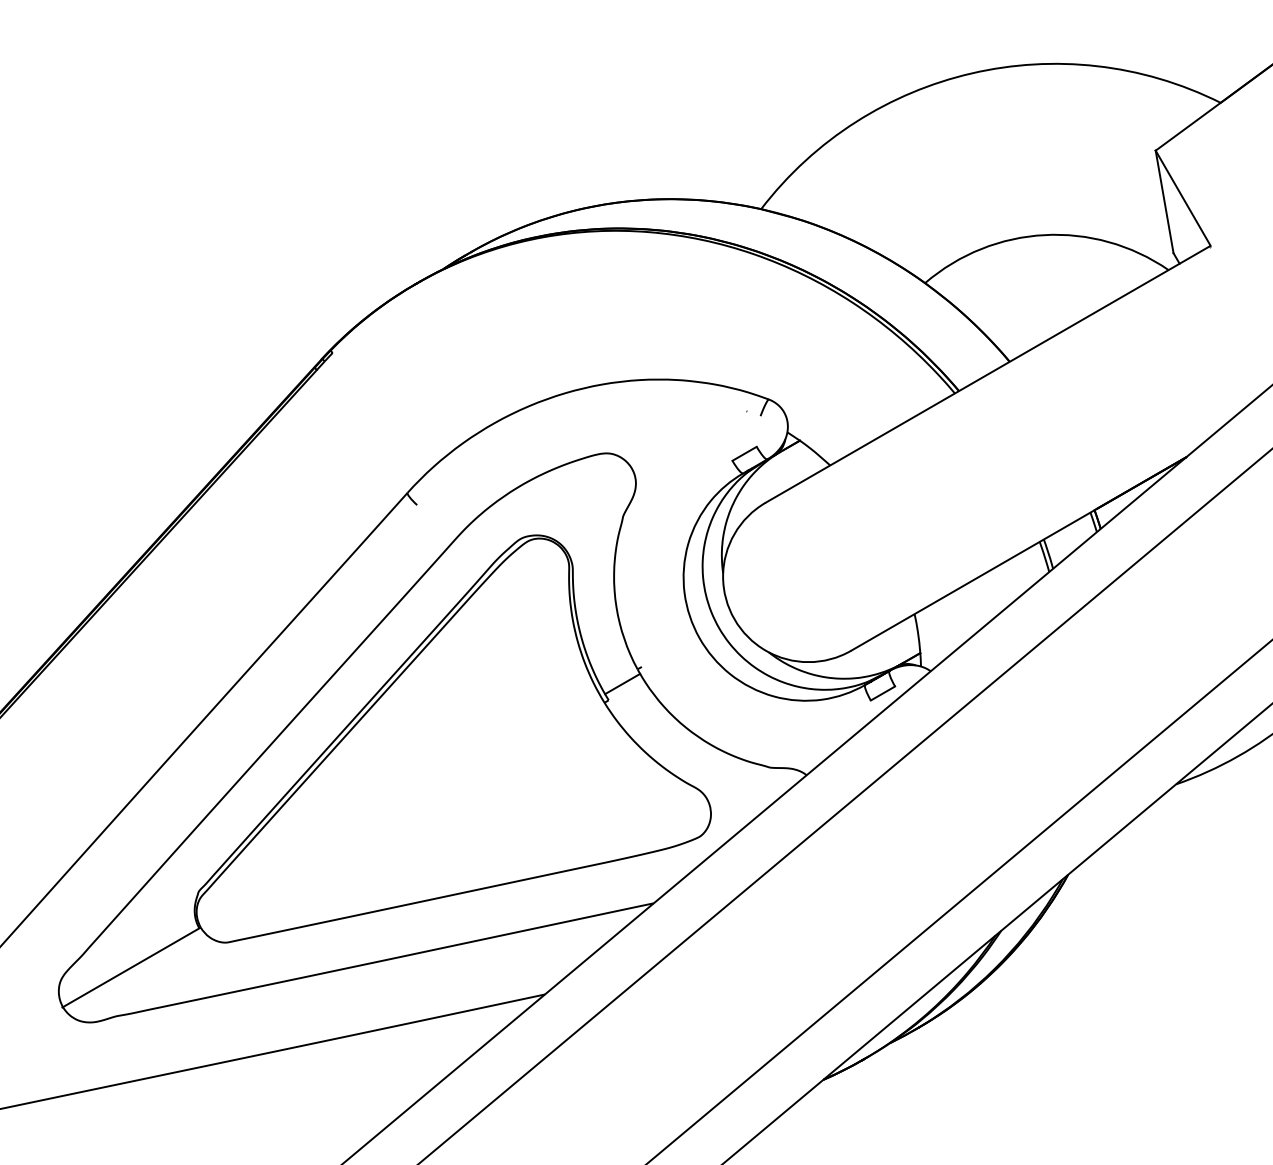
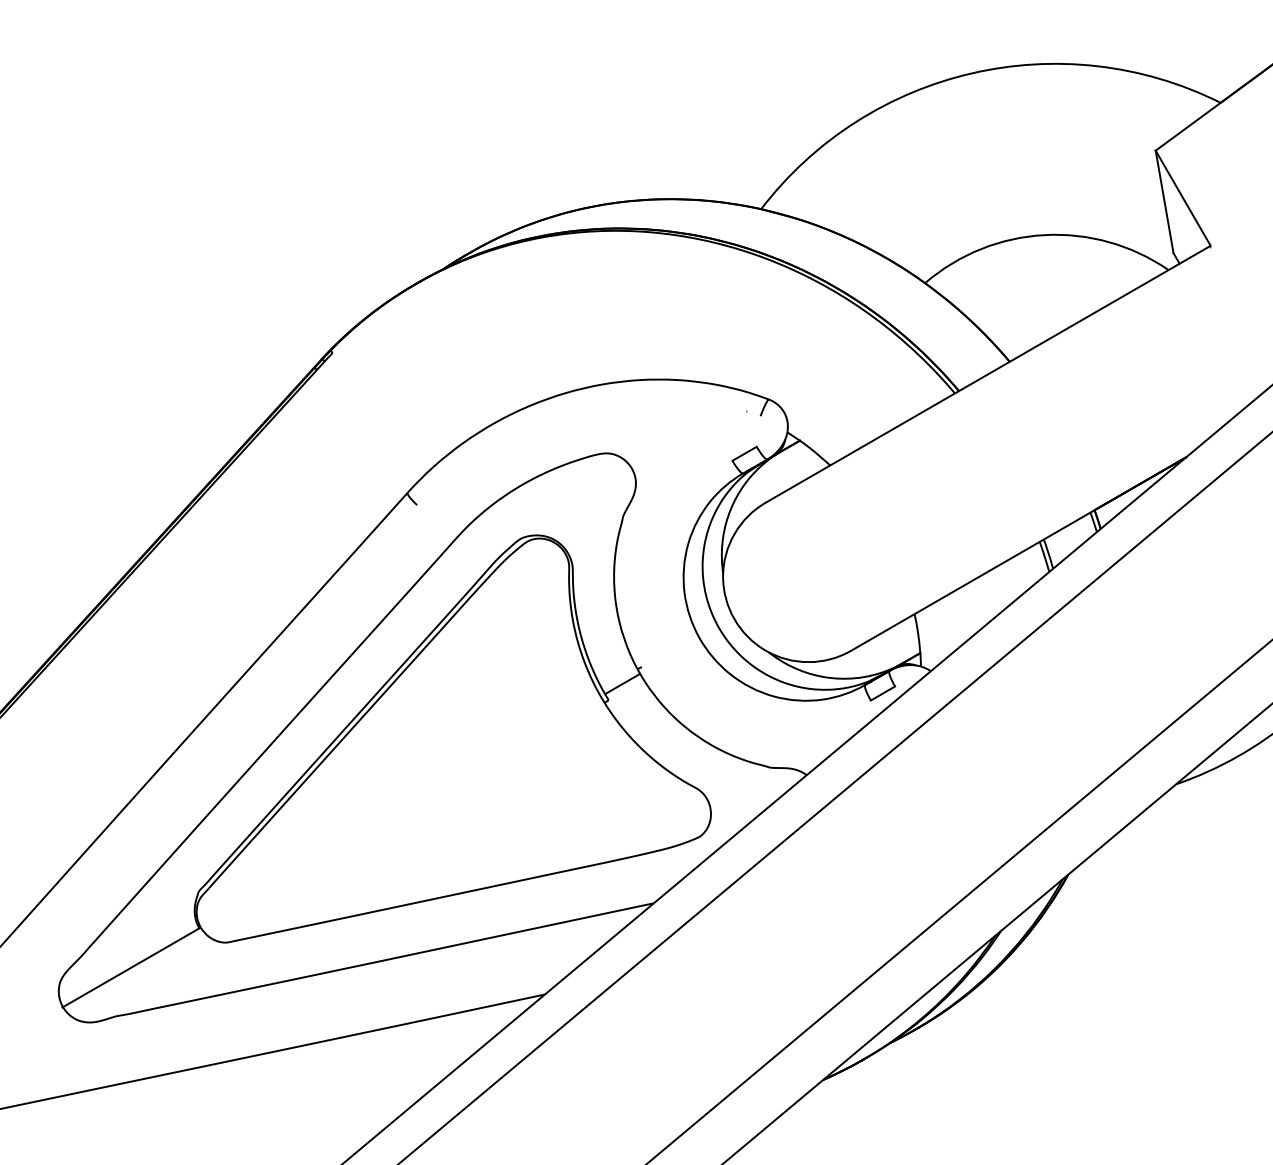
line at (845, 806) position: (845, 806) -> (835, 797)
